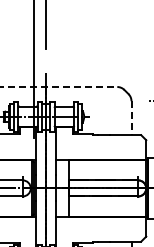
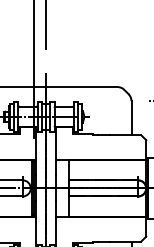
line at (59, 87): dashed -> solid
line at (131, 118): dashed -> solid
